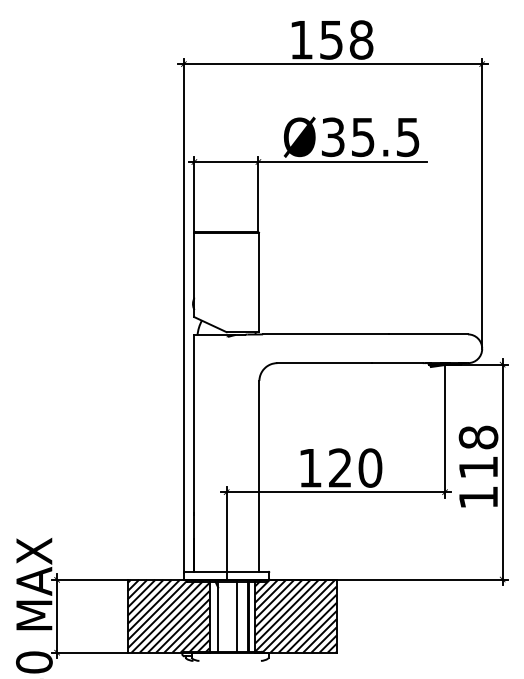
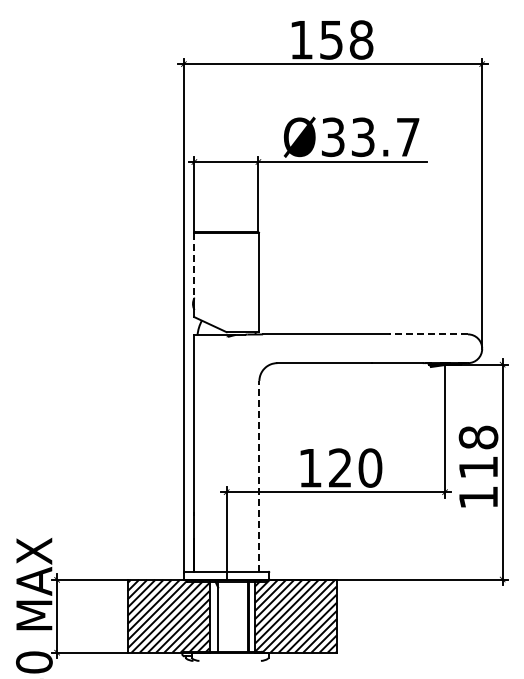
text at (385, 137): Ø35.5 -> Ø33.7
line at (194, 265): solid -> dashed
line at (428, 334): solid -> dashed
line at (259, 475): solid -> dashed
line at (236, 616): present -> none
